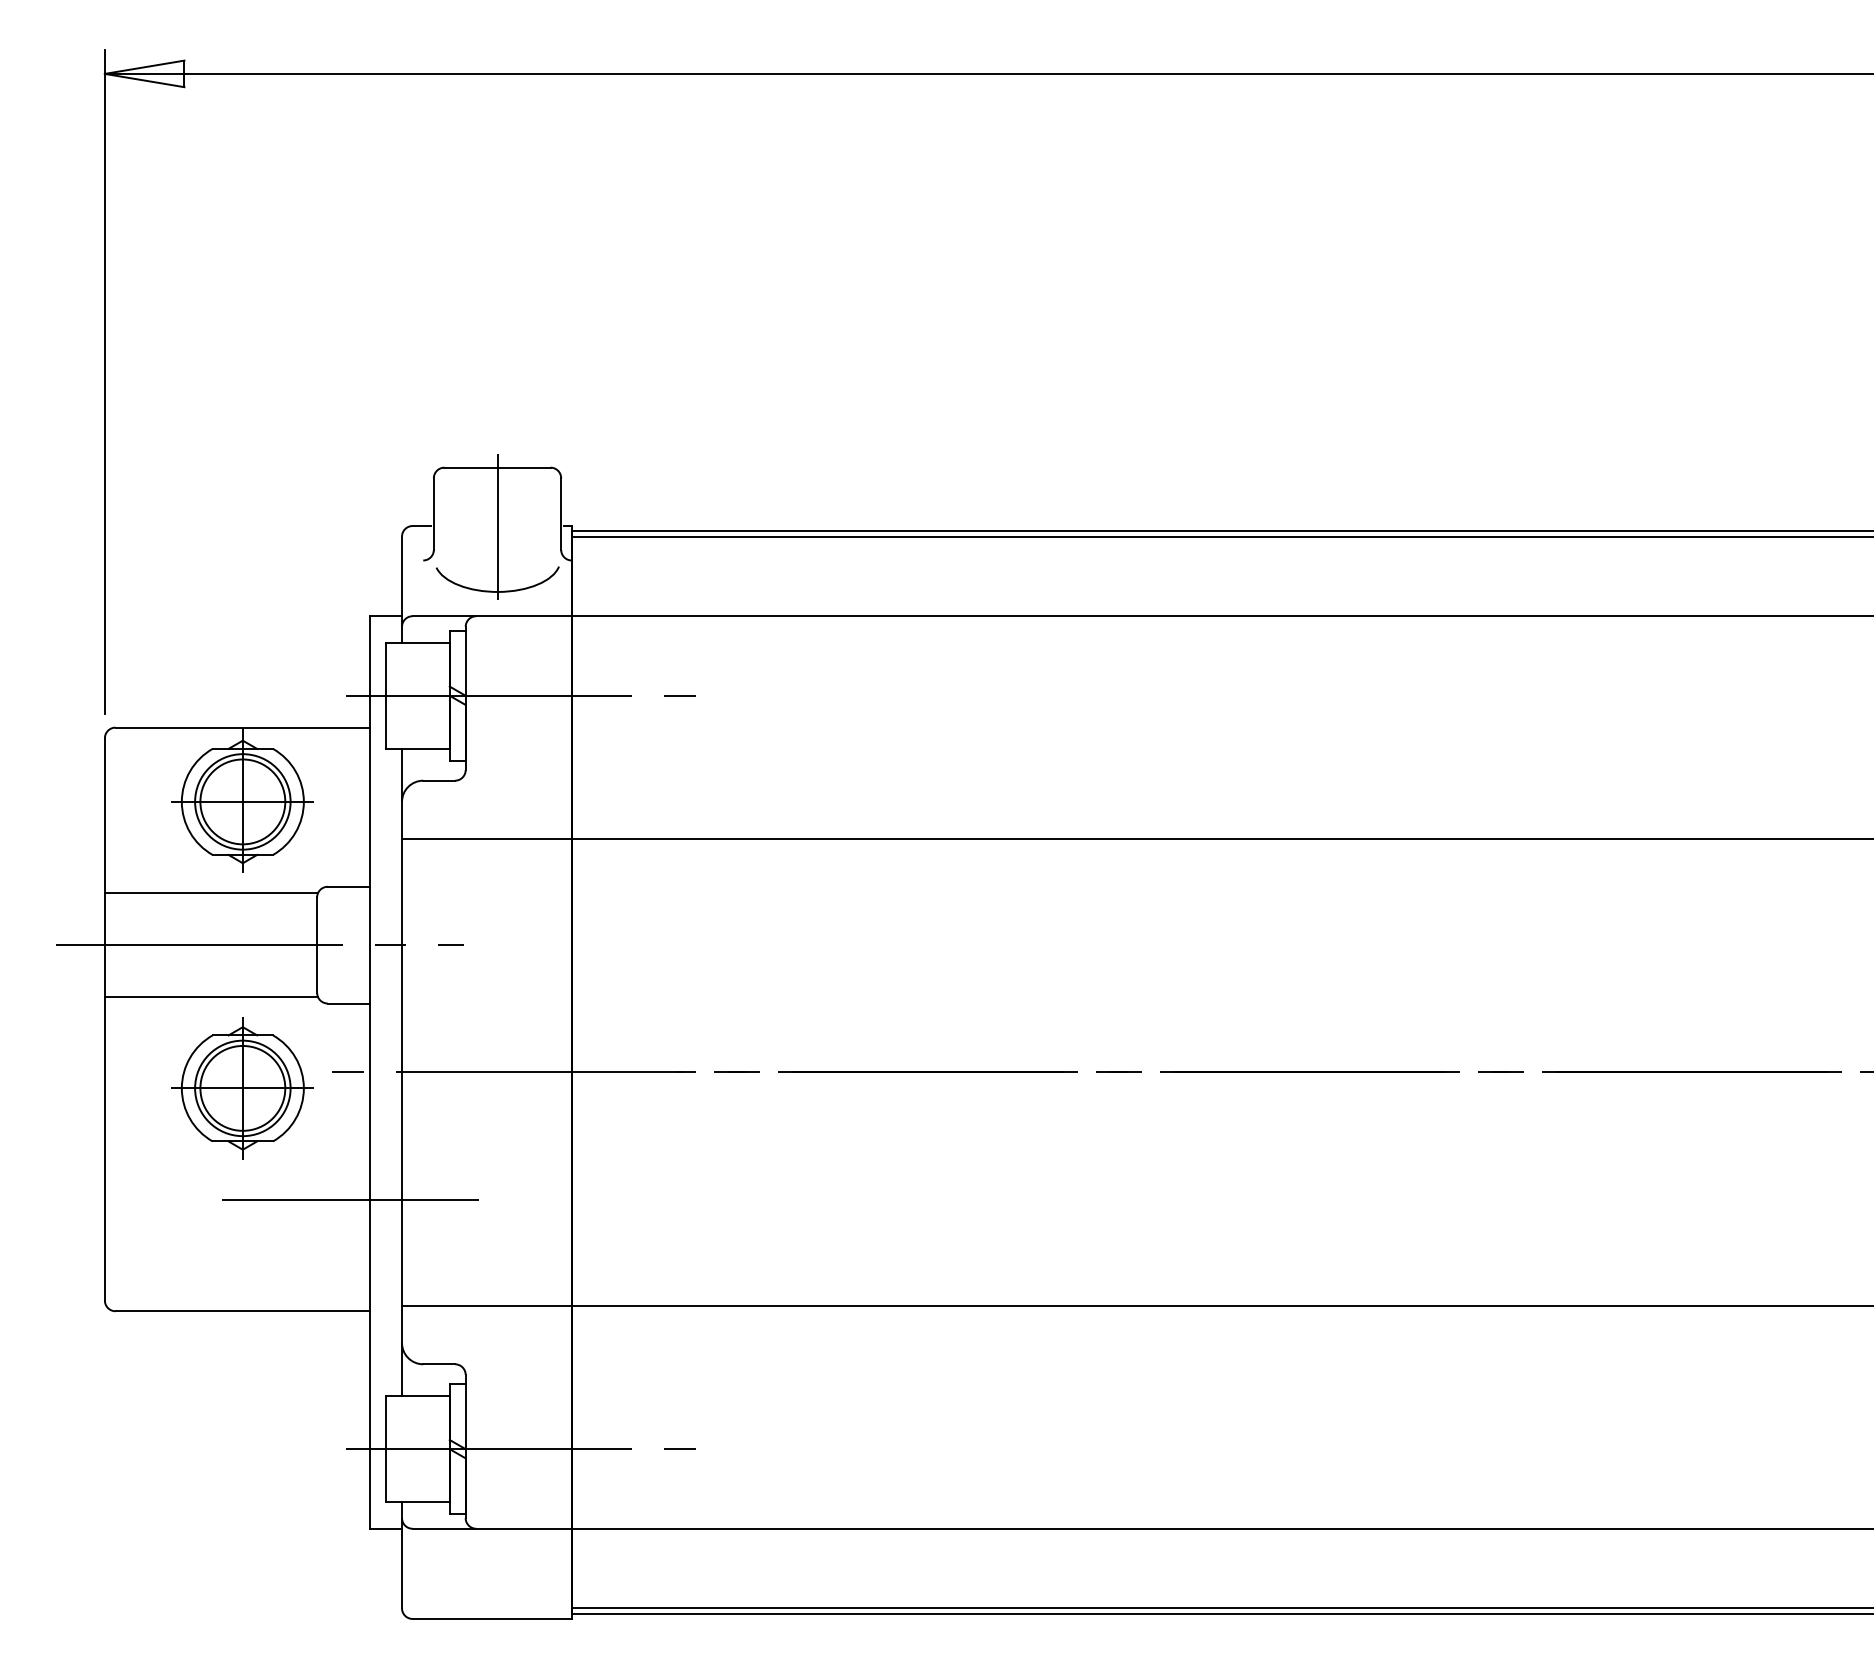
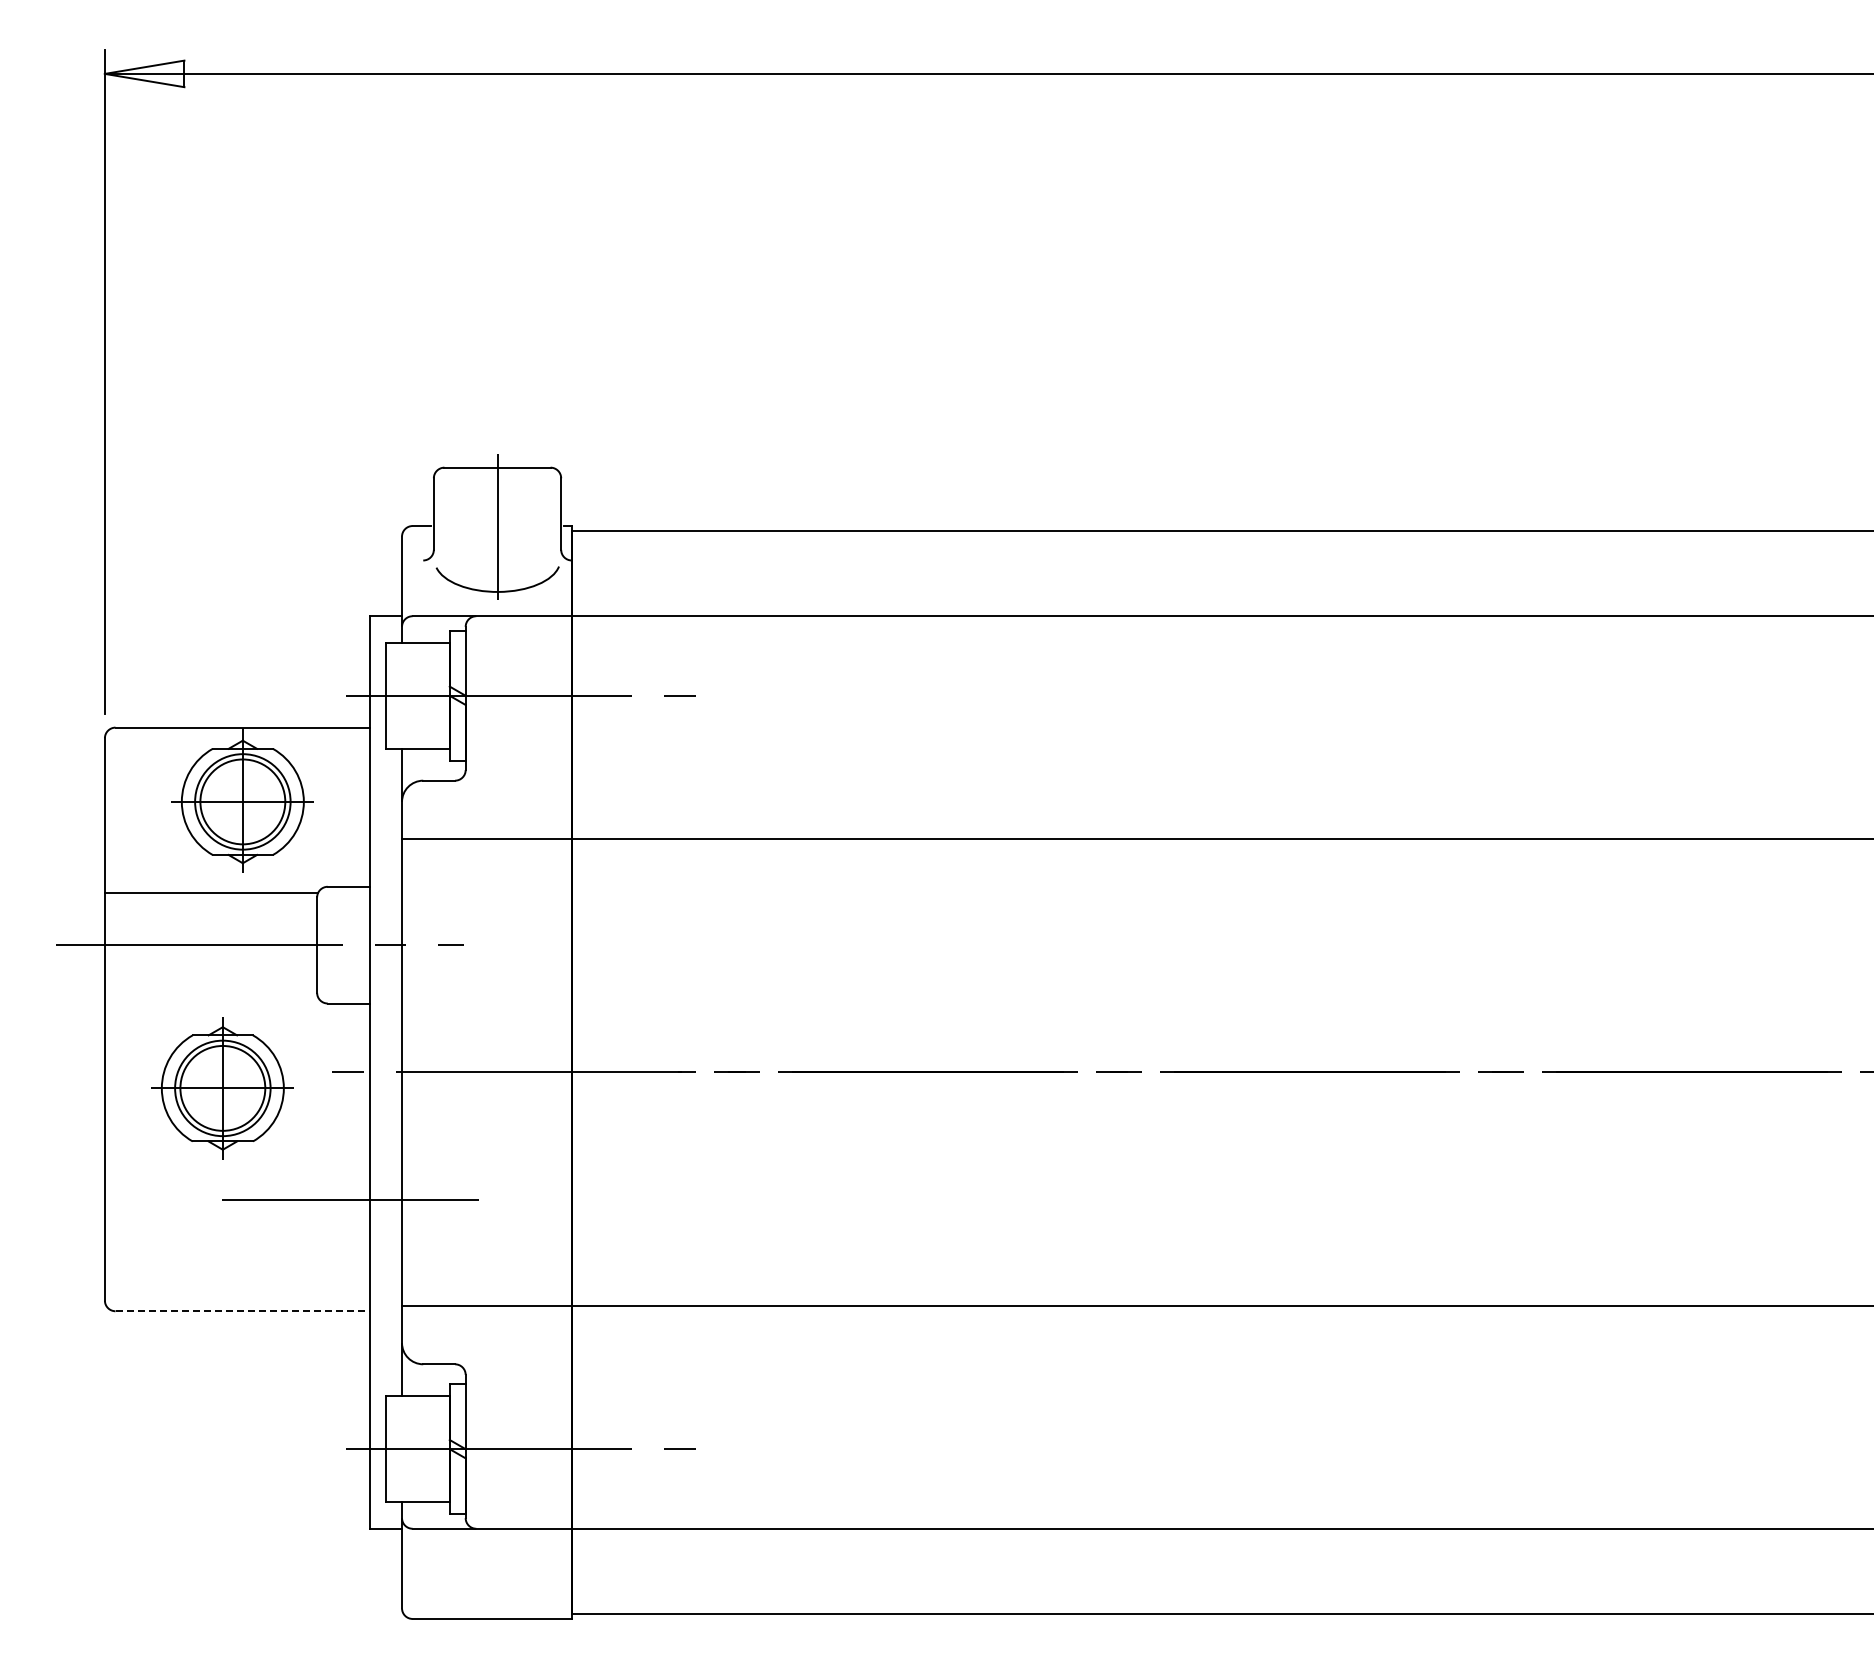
line at (1220, 536): present -> none
line at (211, 997): present -> none
part at (242, 1088) position: (242, 1088) -> (222, 1088)
line at (243, 1311): solid -> dashed
line at (1220, 1608): present -> none
